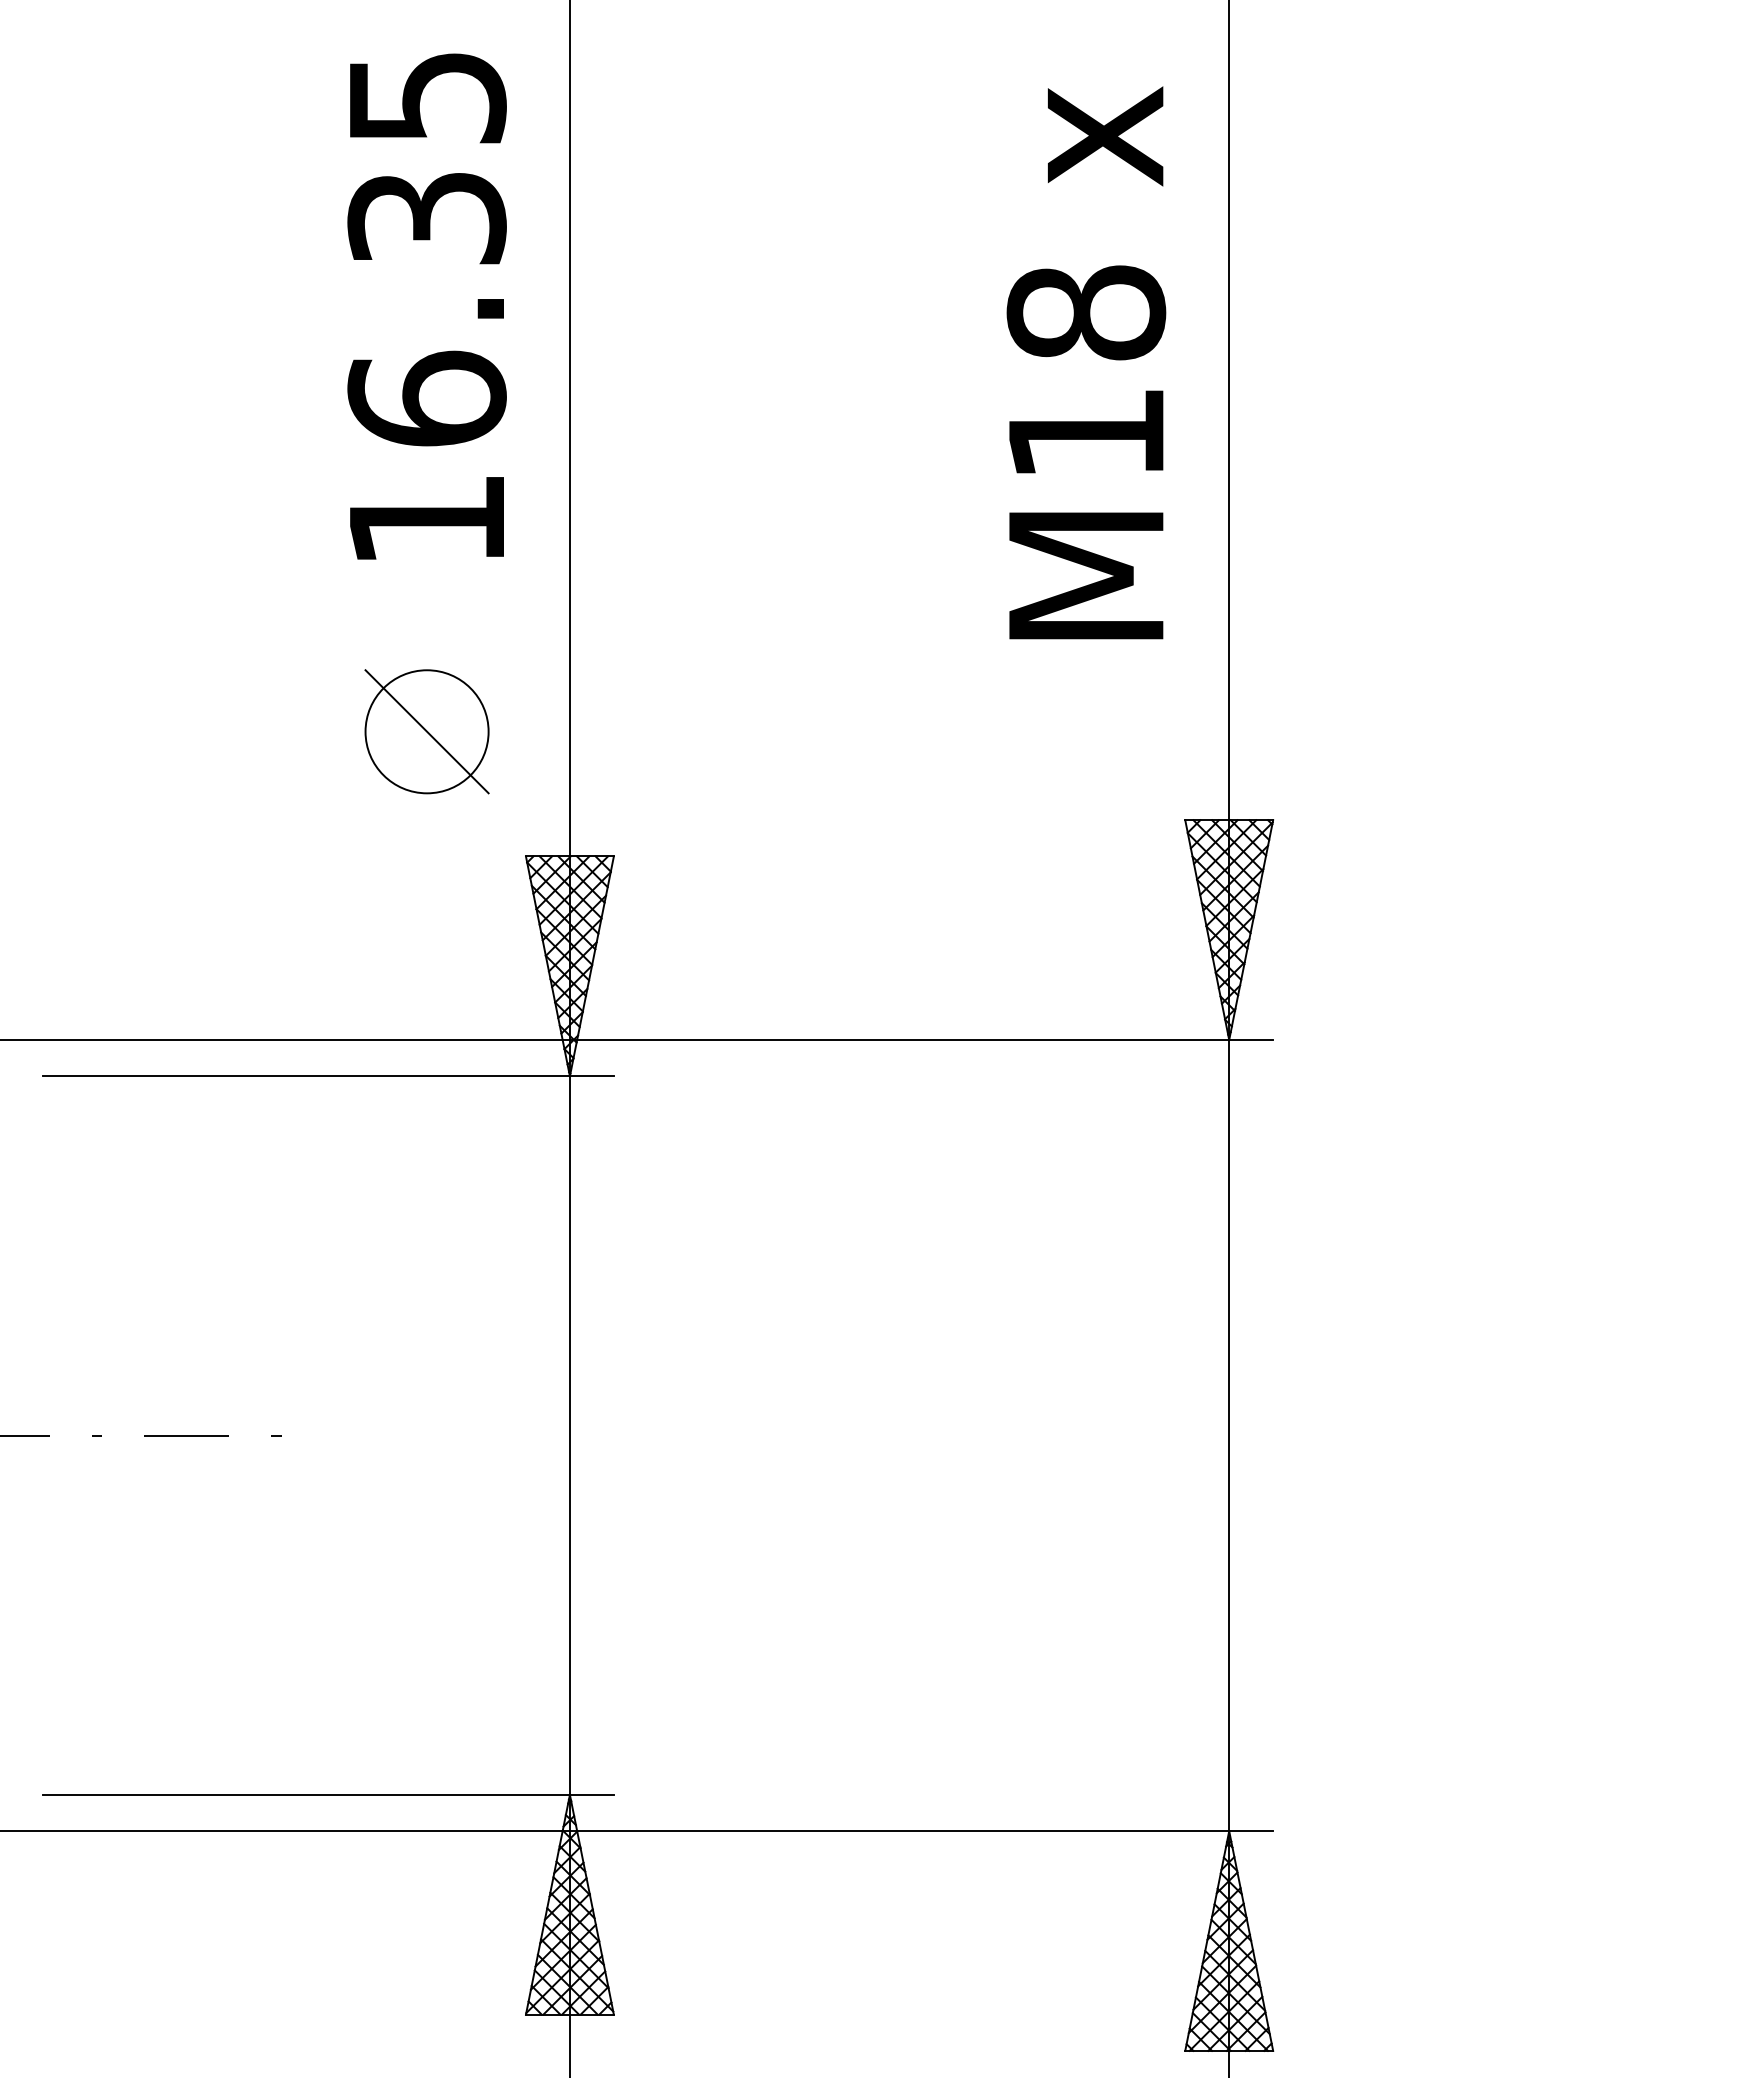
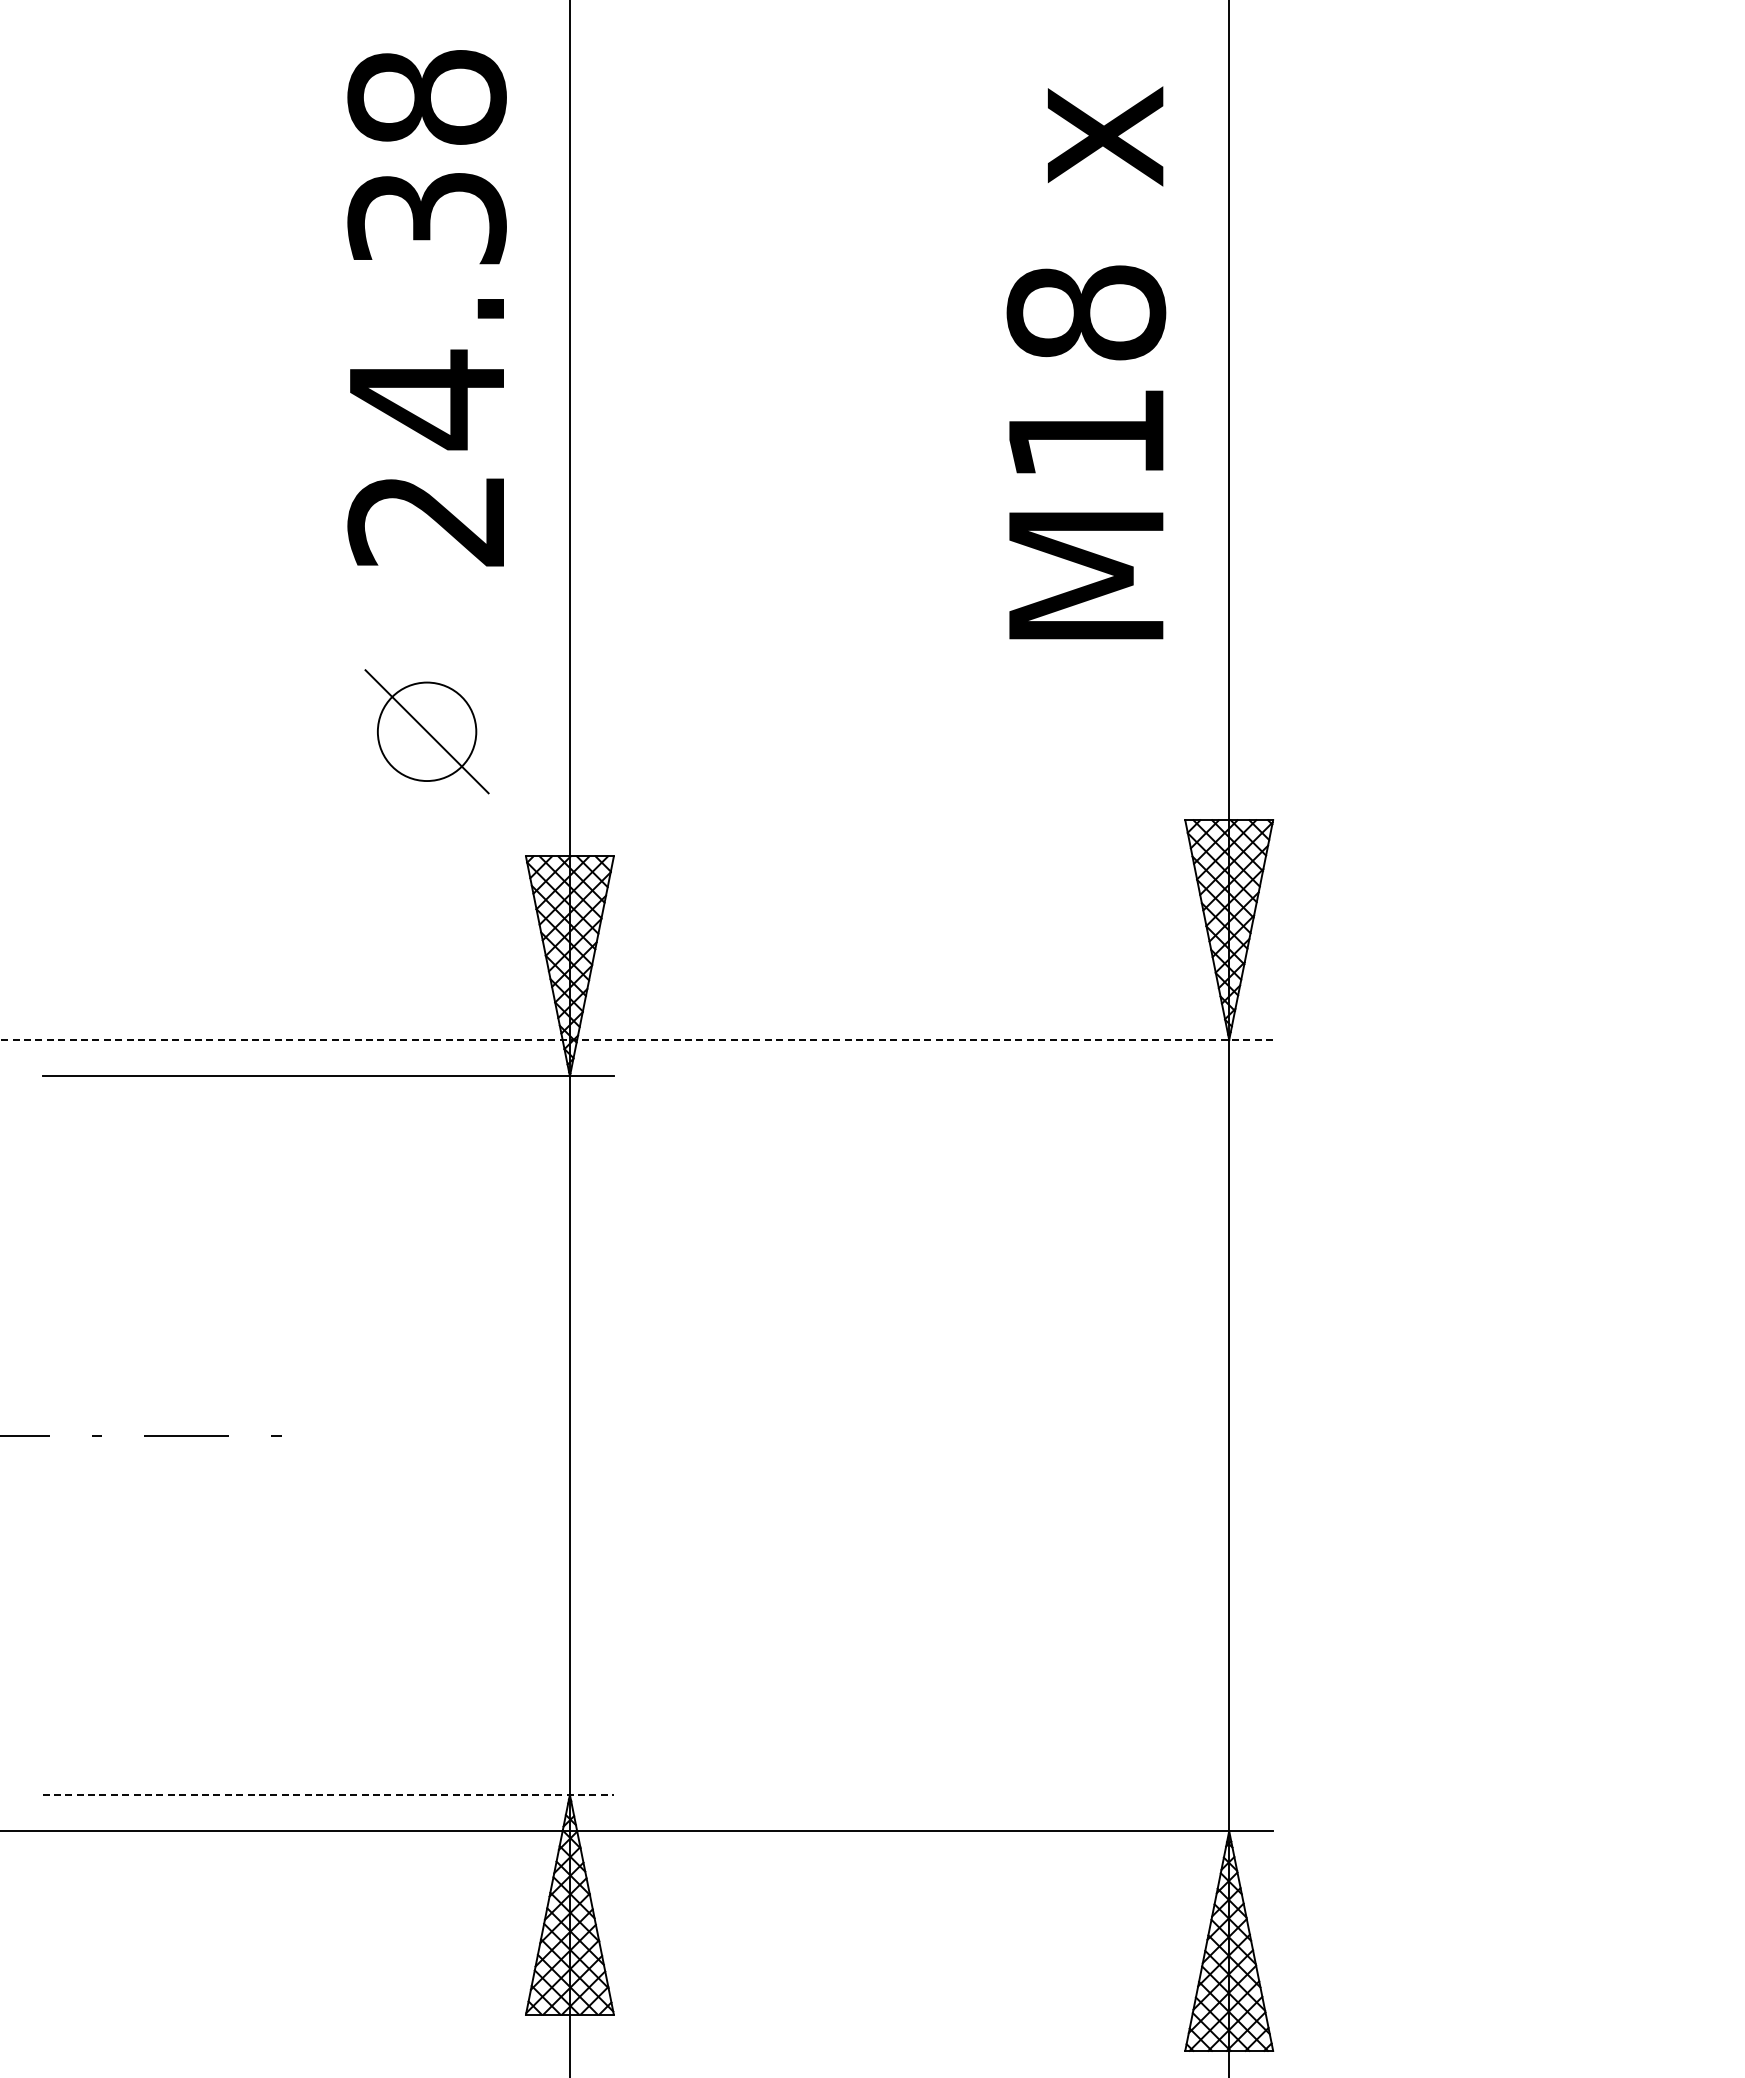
text at (426, 308): 16.35 -> 24.38
circle at (426, 731) diameter: 123 px -> 98 px
line at (636, 1040): solid -> dashed
line at (328, 1794): solid -> dashed
